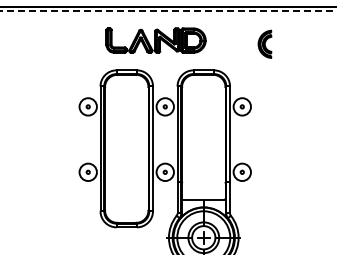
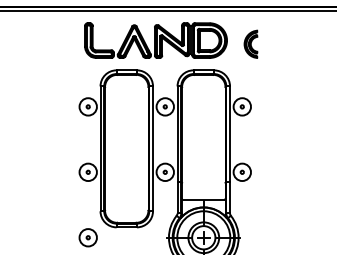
line at (168, 11): dashed -> solid
part at (155, 40) size: 102x27 px -> 144x37 px
part at (264, 43) position: (264, 43) -> (250, 43)
part at (87, 237): none -> present
